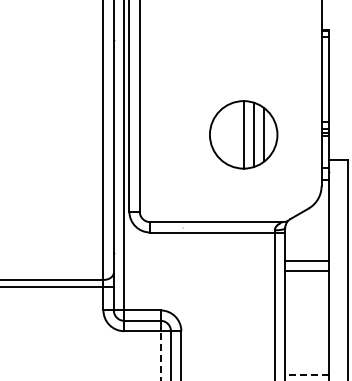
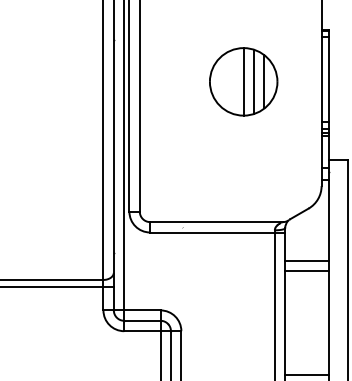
part at (243, 134) position: (243, 134) -> (243, 81)
line at (160, 355): dashed -> solid
line at (306, 374): dashed -> solid
